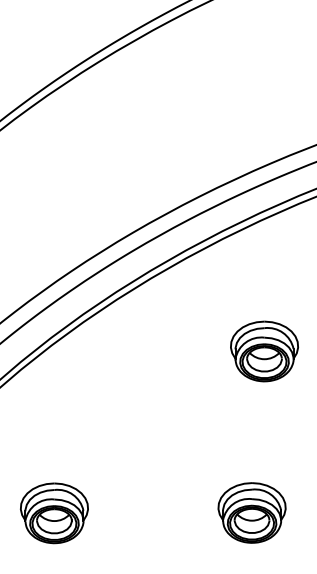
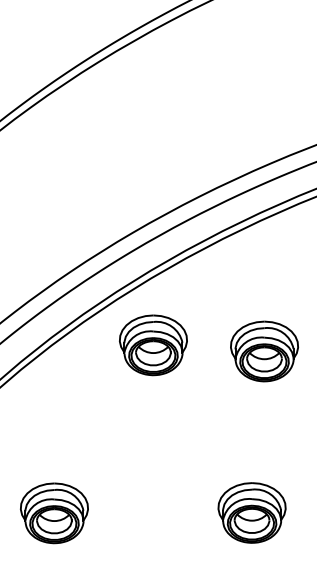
part at (153, 345): none -> present
